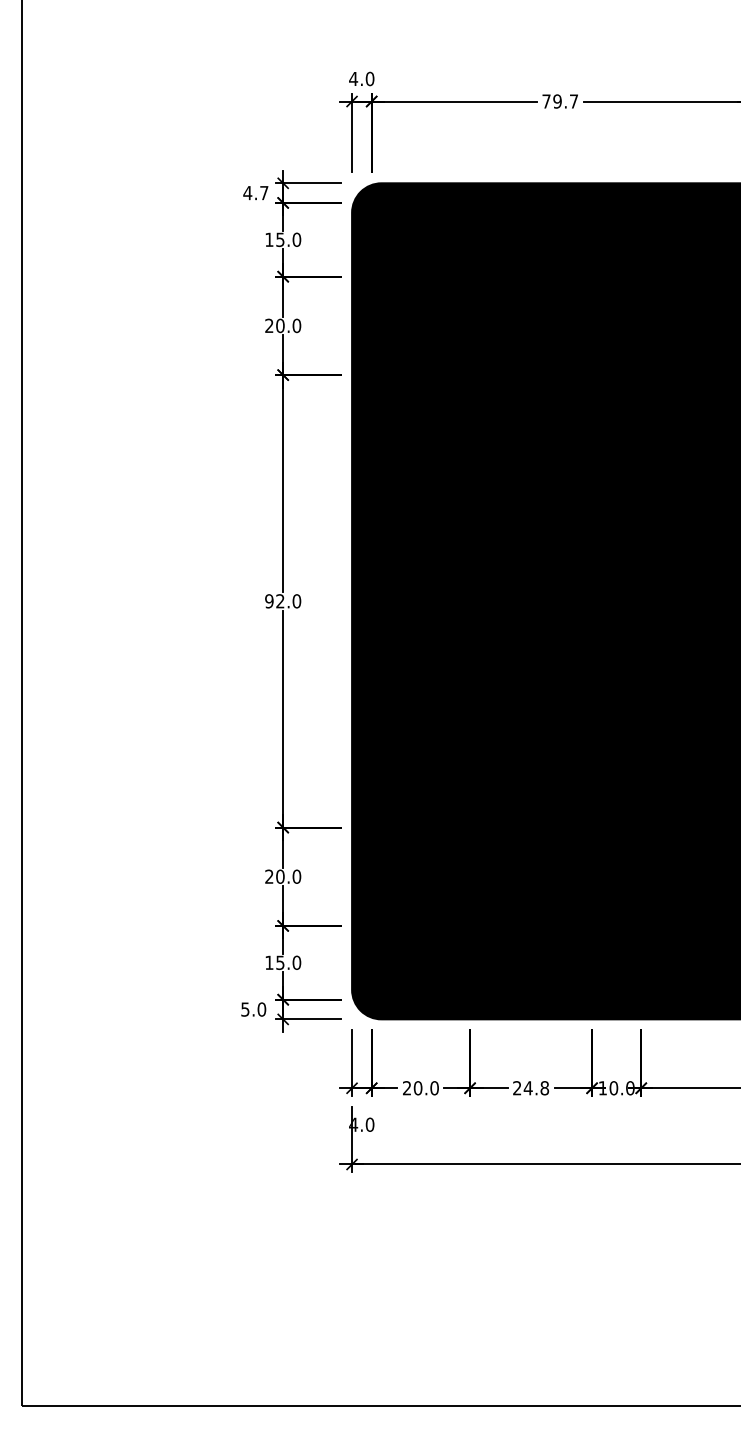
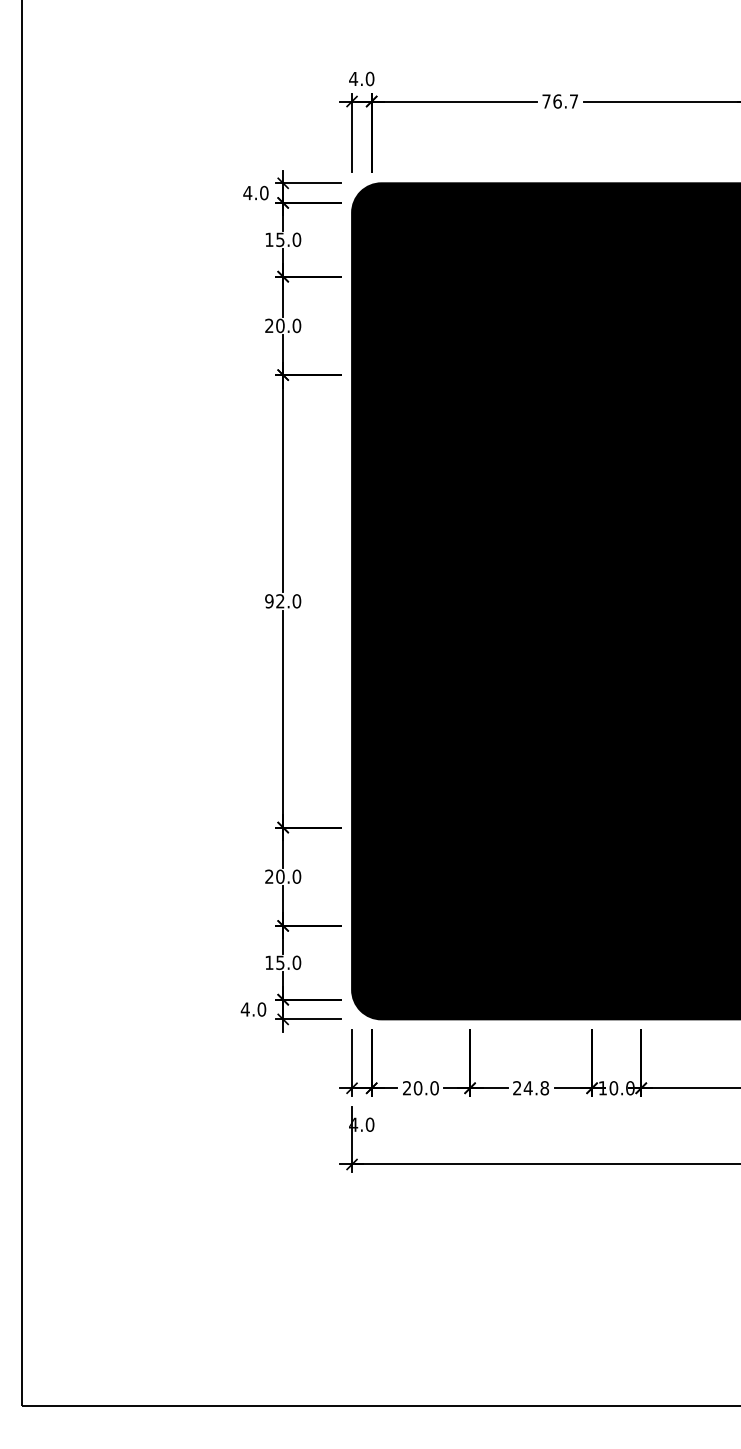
text at (557, 101): 79.7 -> 76.7
text at (264, 192): 4.7 -> 4.0
text at (244, 1009): 5.0 -> 4.0
